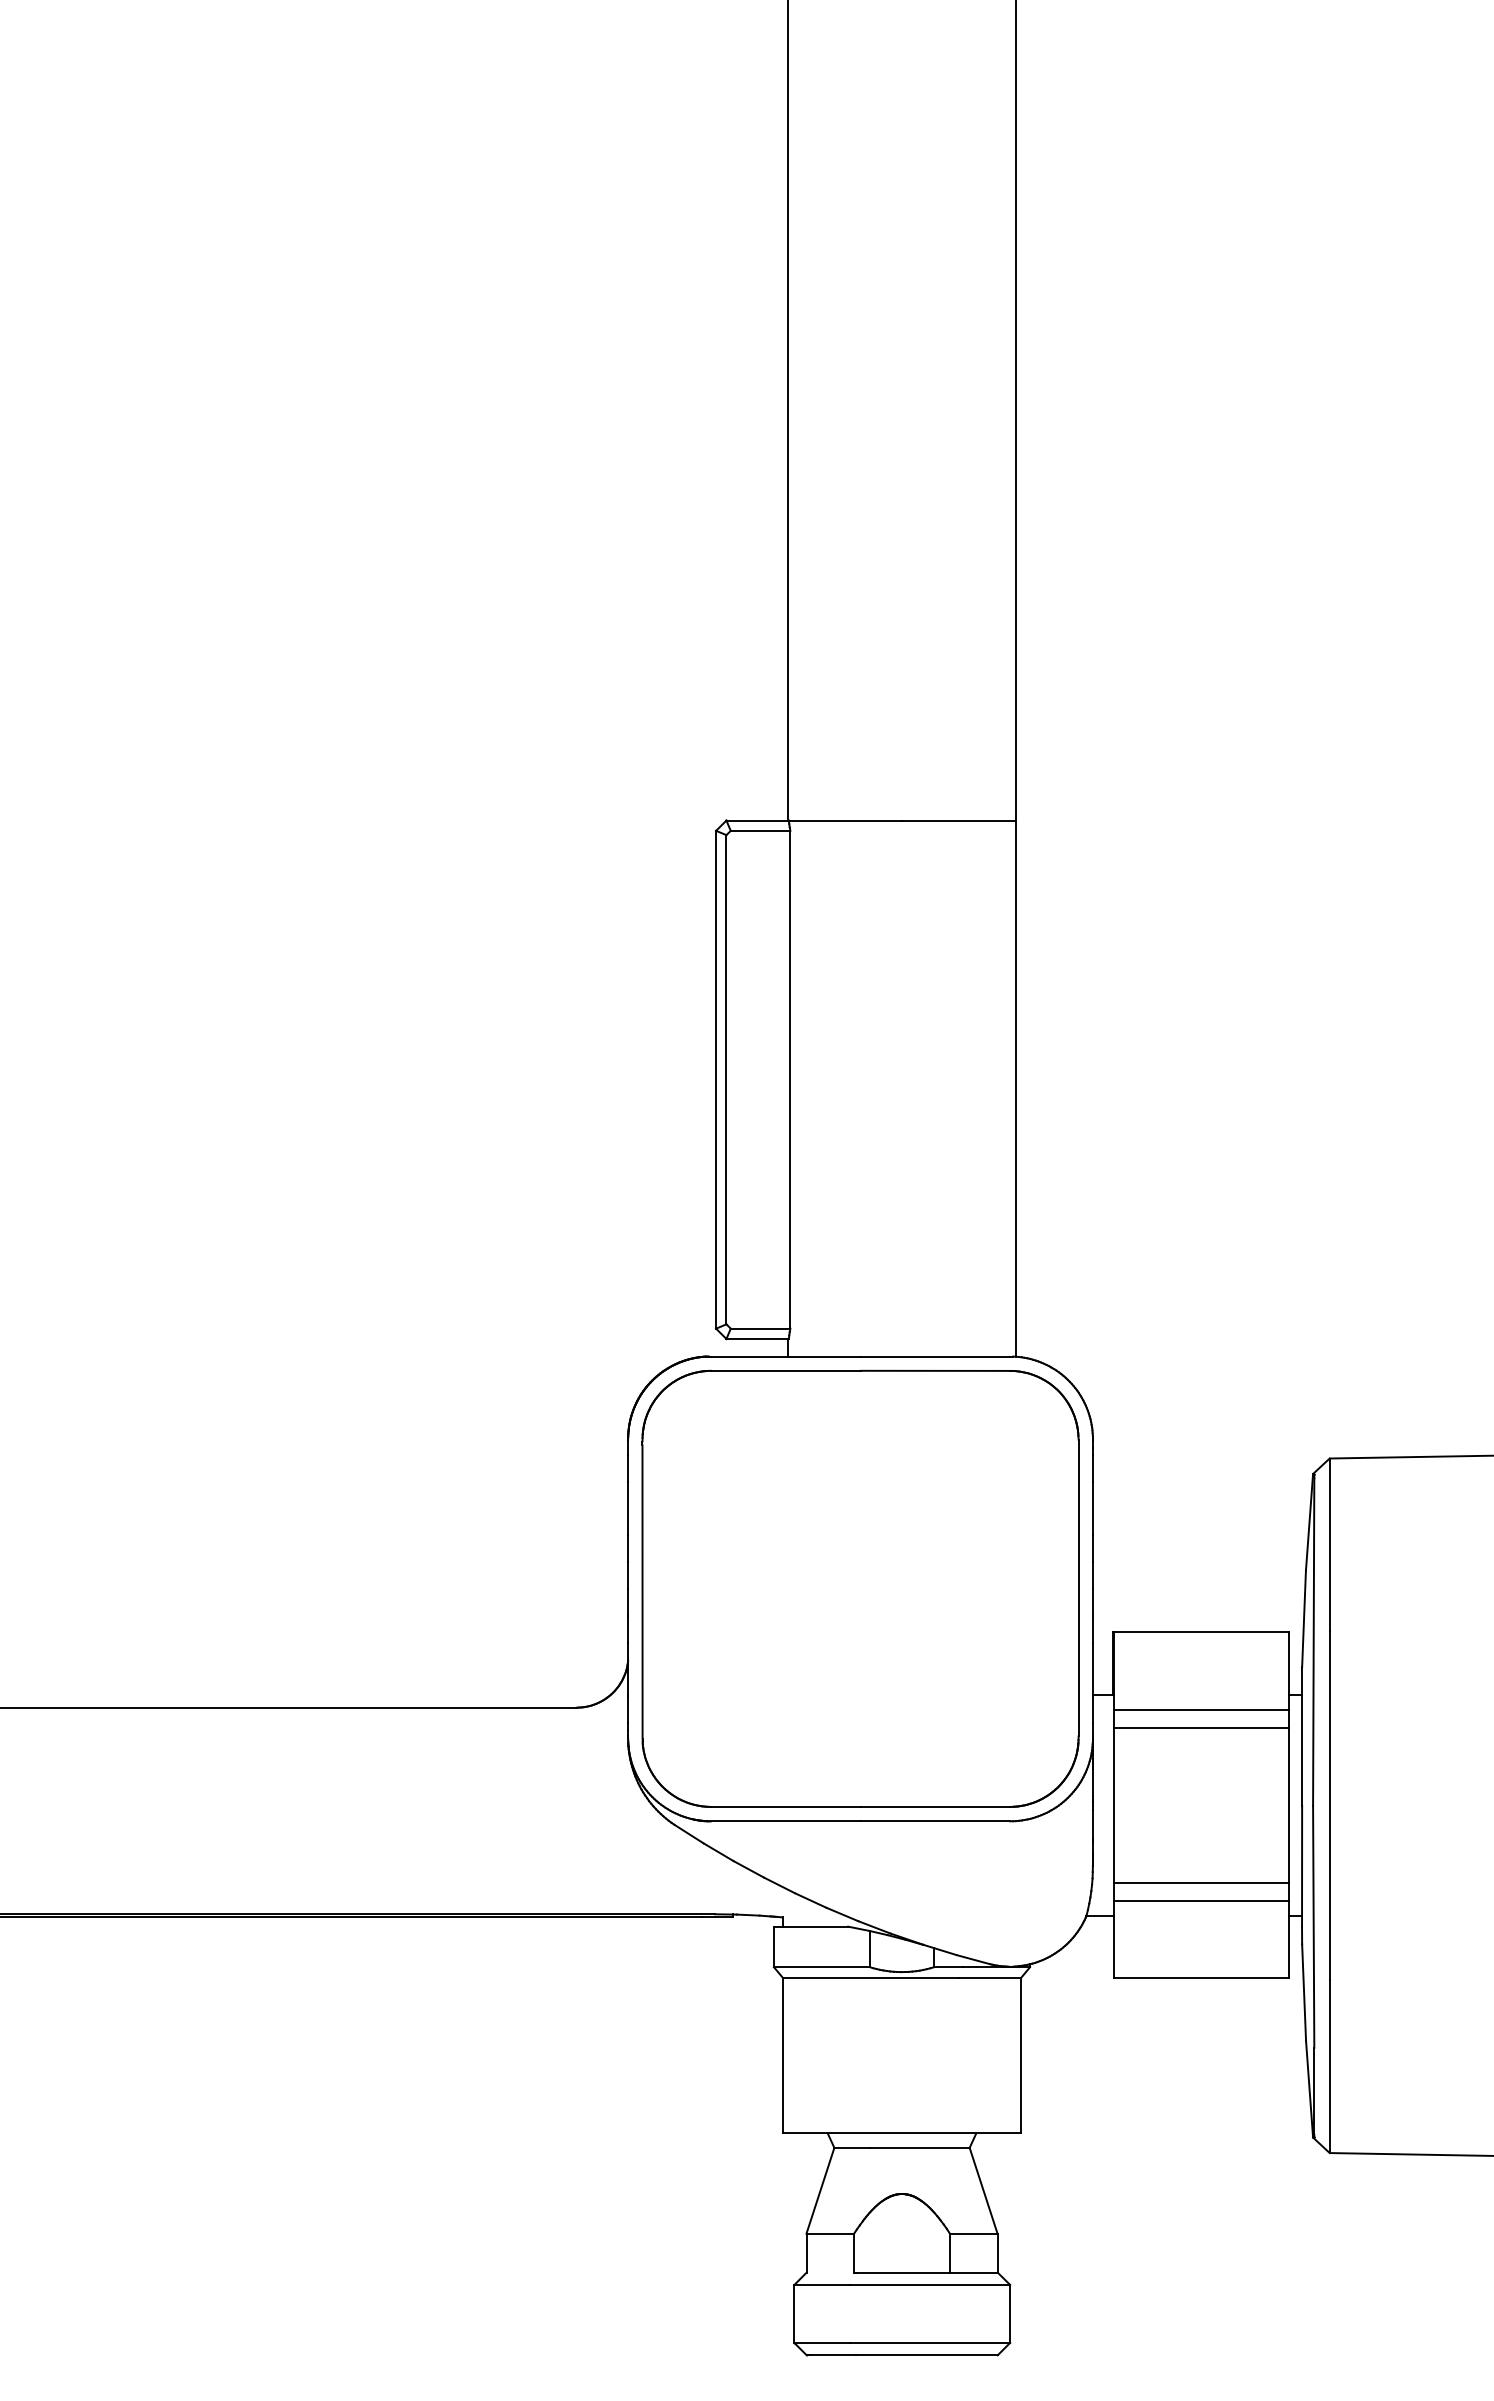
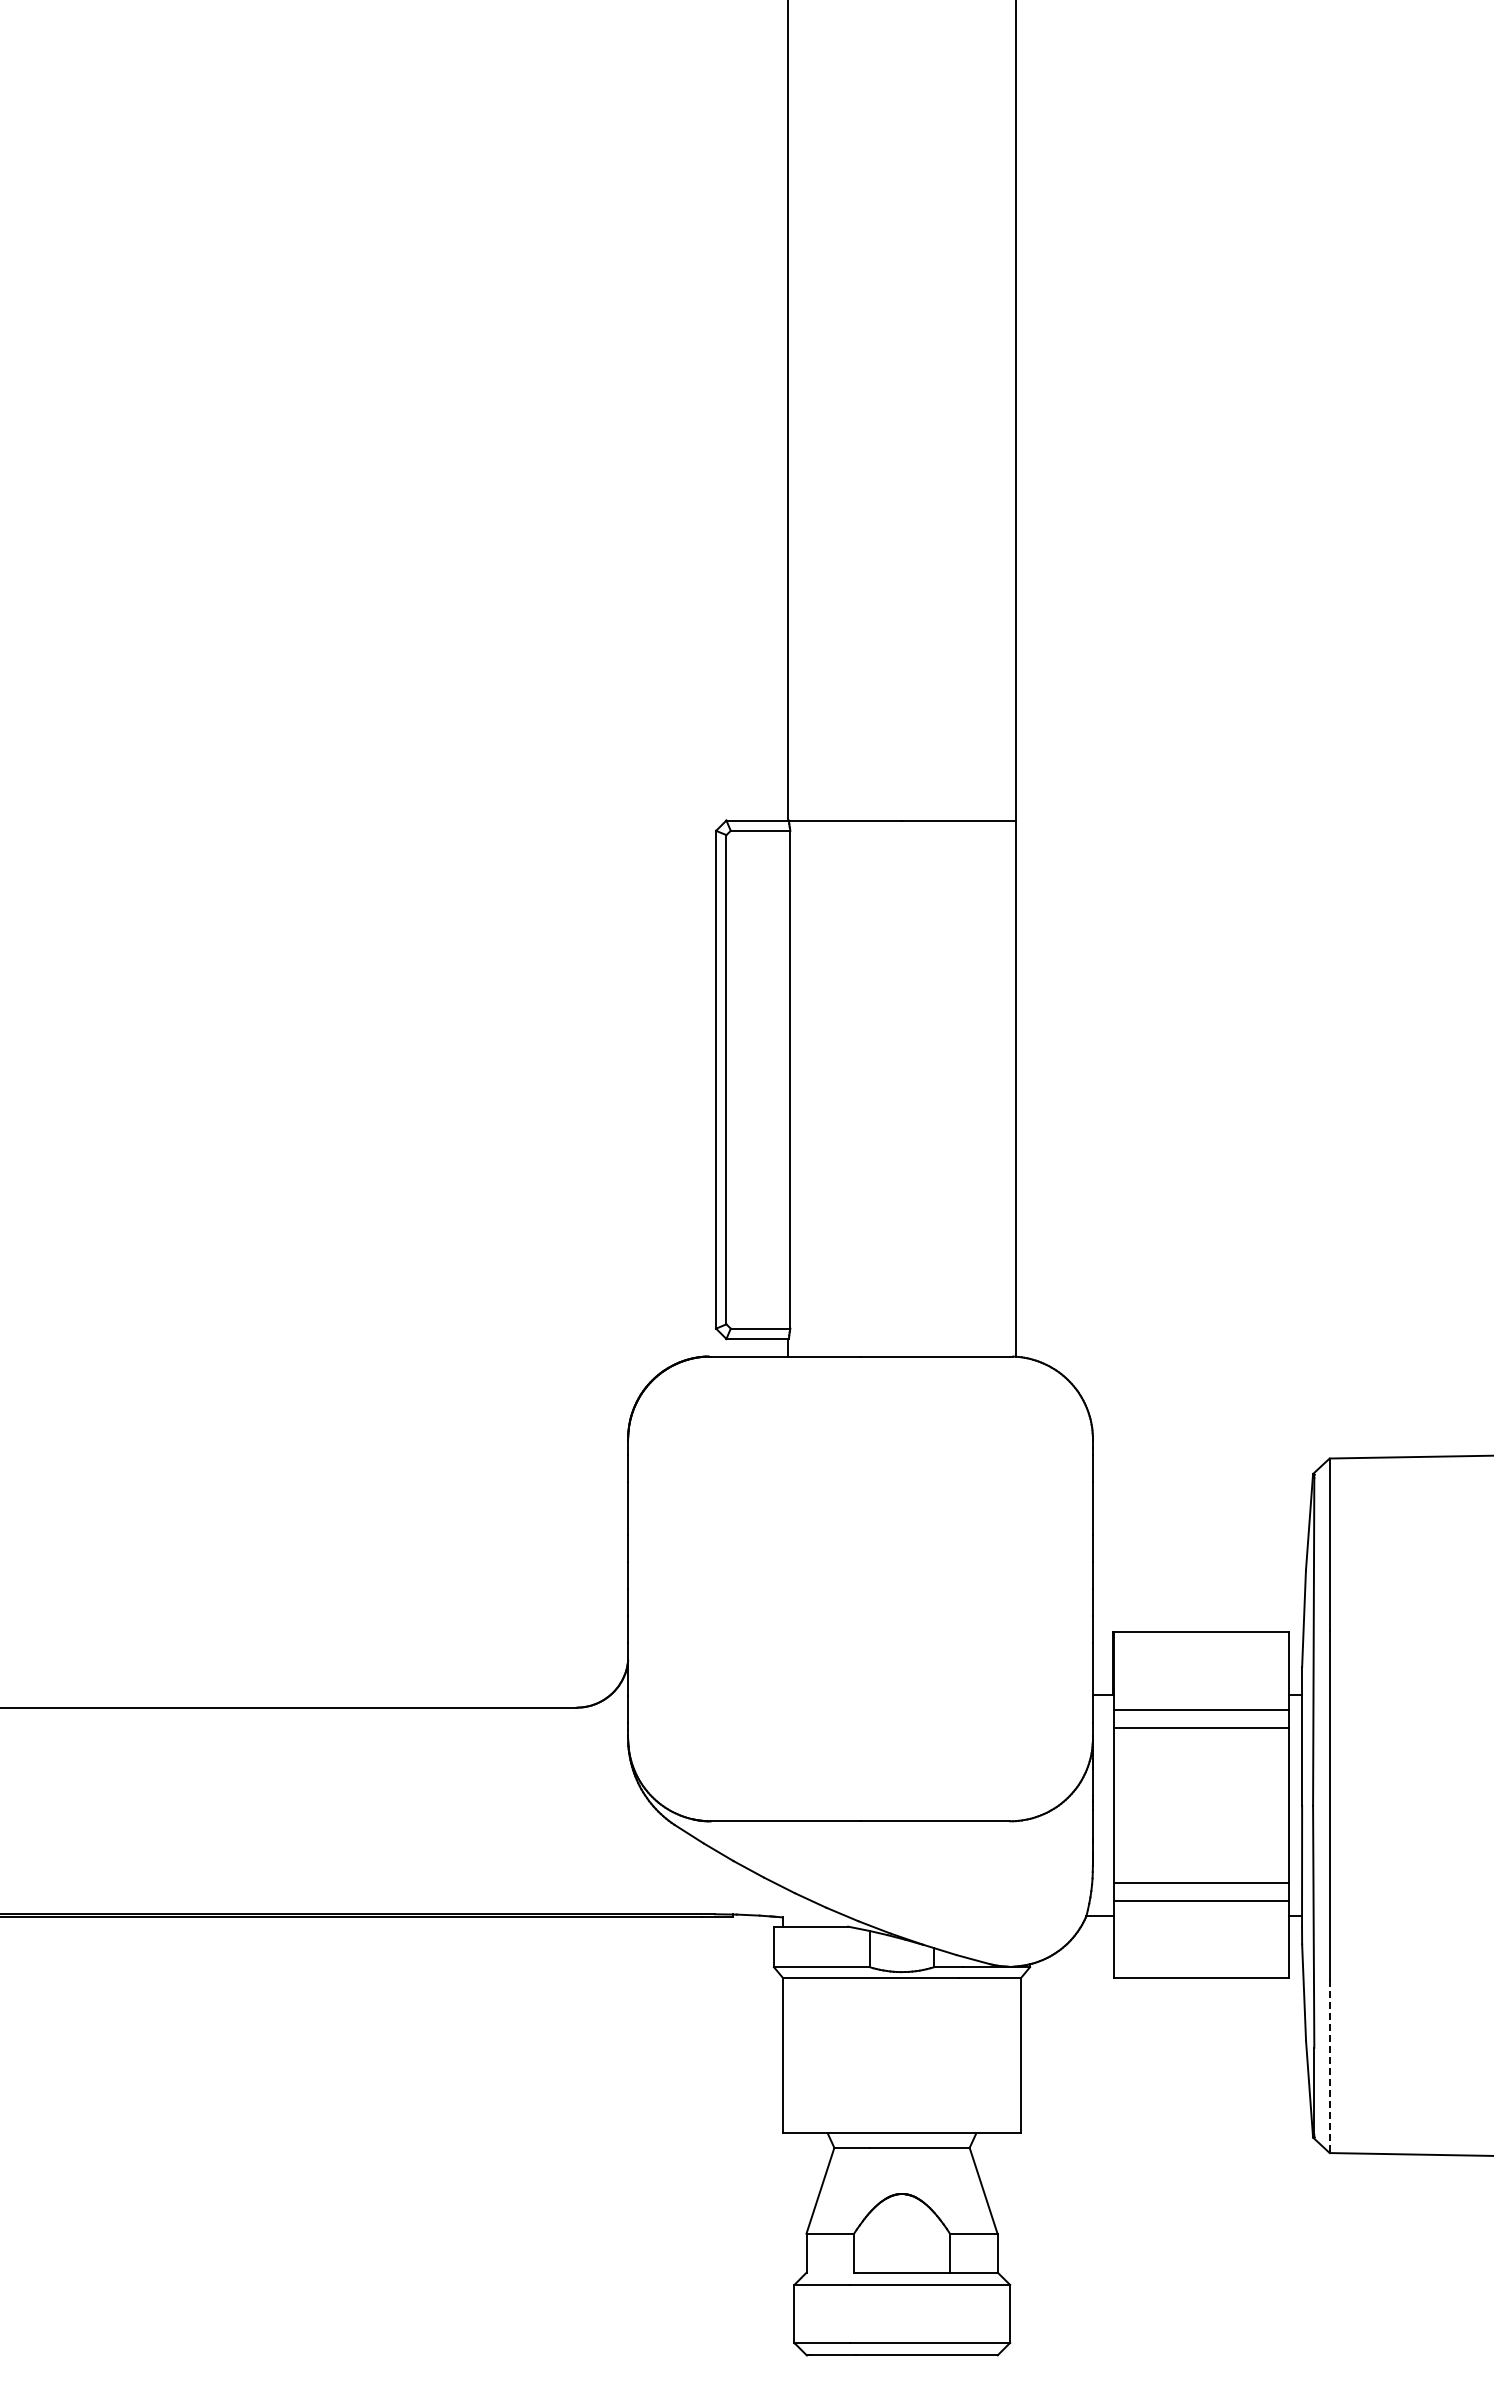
part at (860, 1588): present -> none
line at (1330, 2067): solid -> dashed
